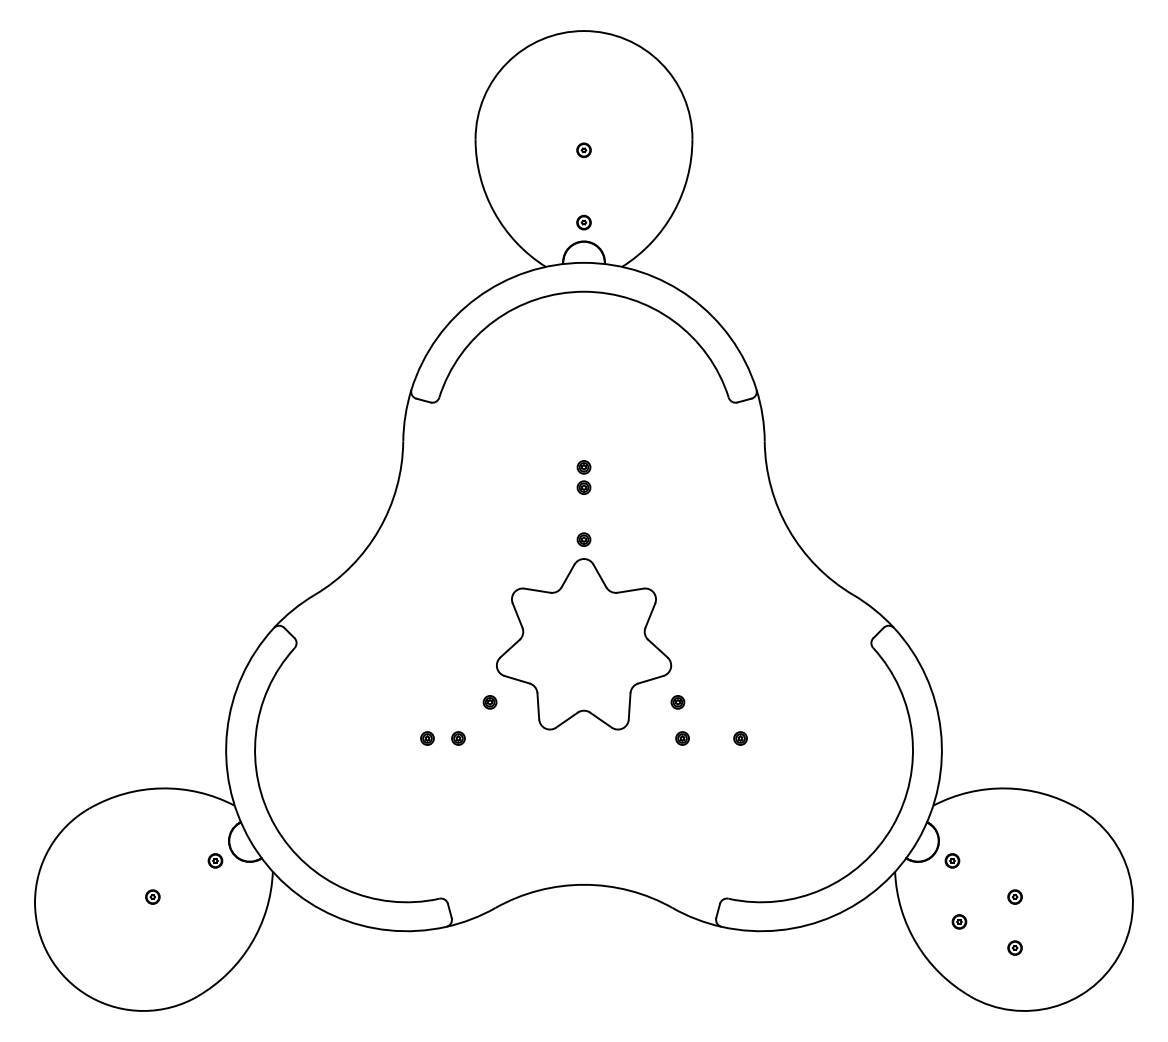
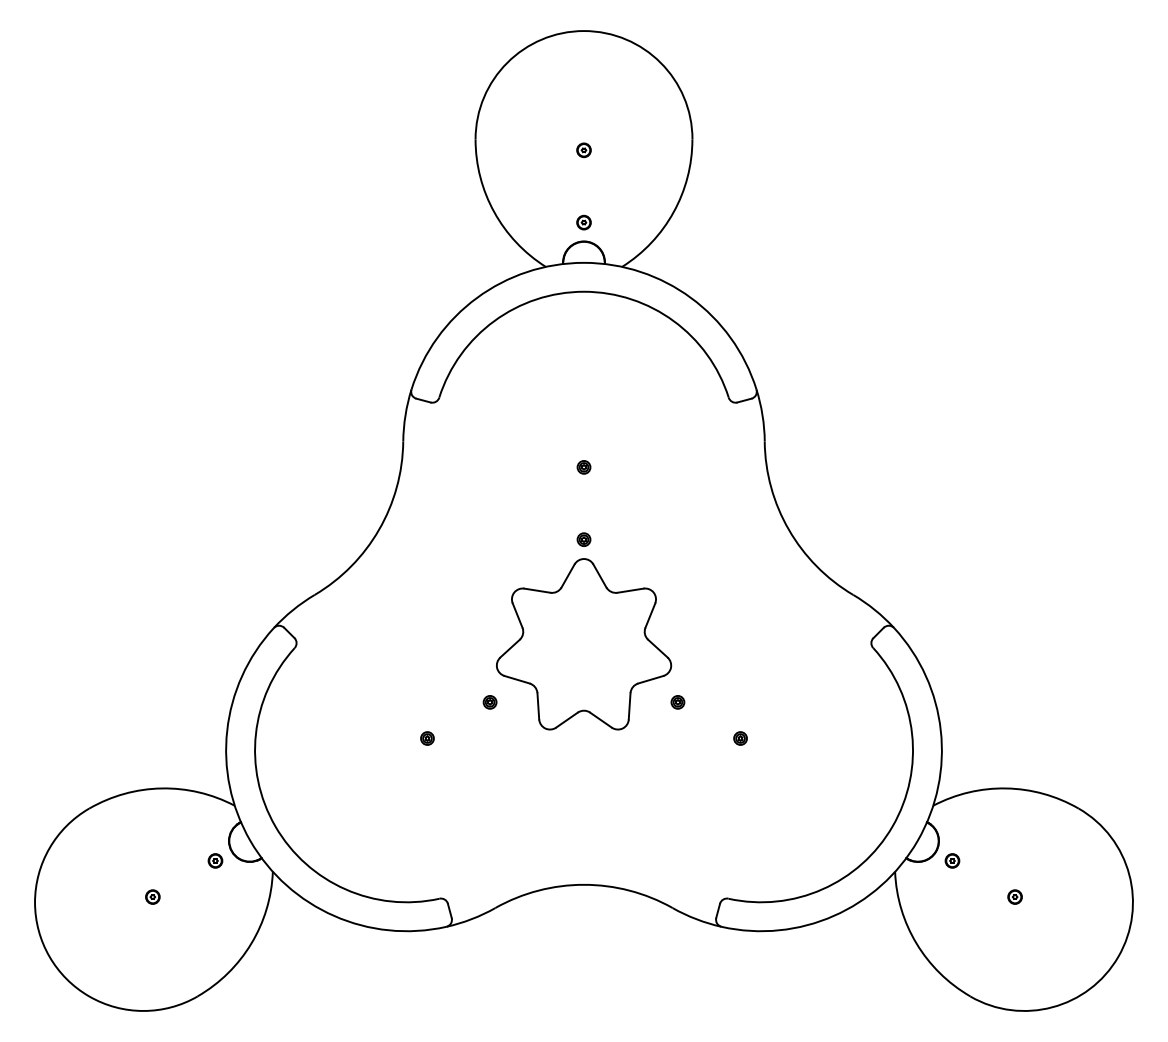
part at (583, 487): present -> none
part at (458, 738): present -> none
part at (682, 738): present -> none
part at (959, 921): present -> none
part at (1014, 947): present -> none
